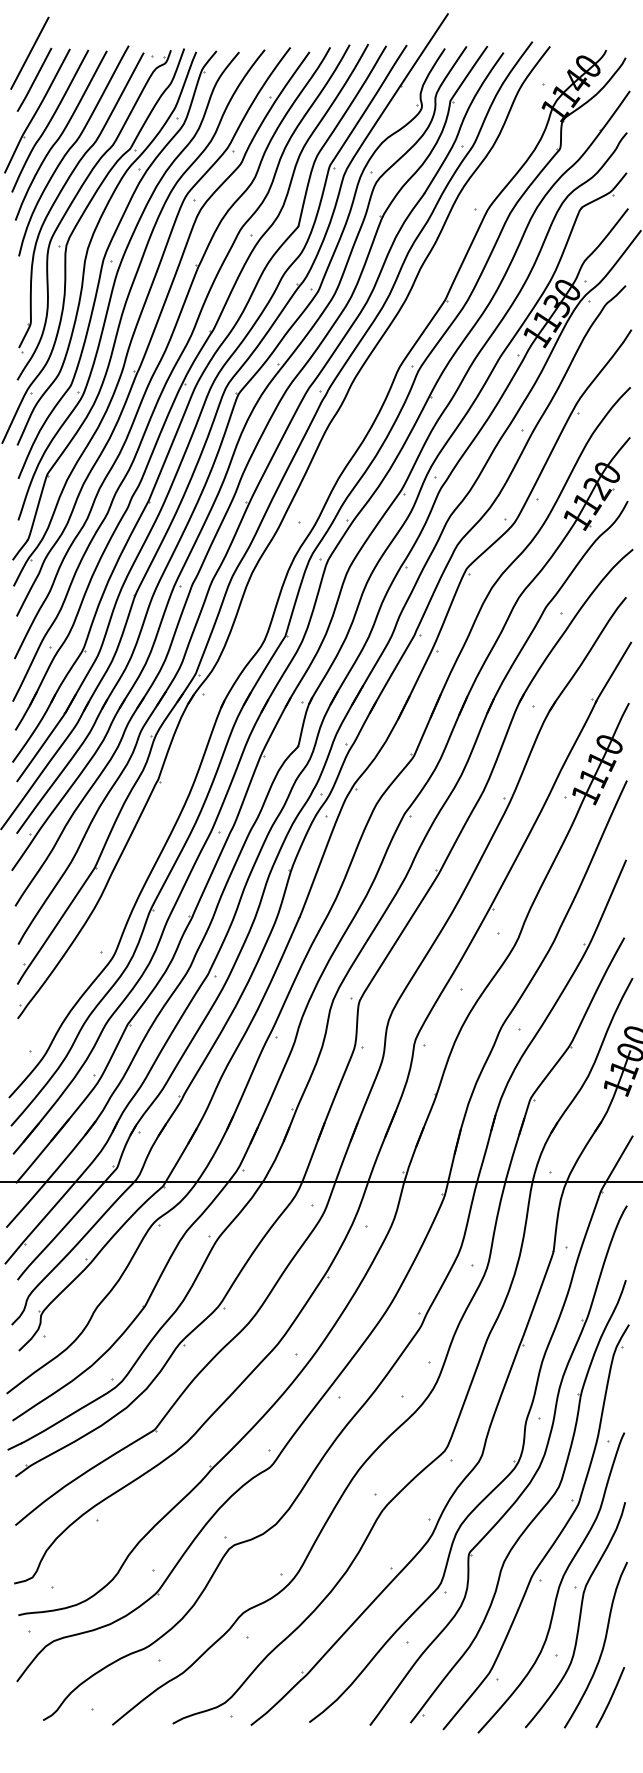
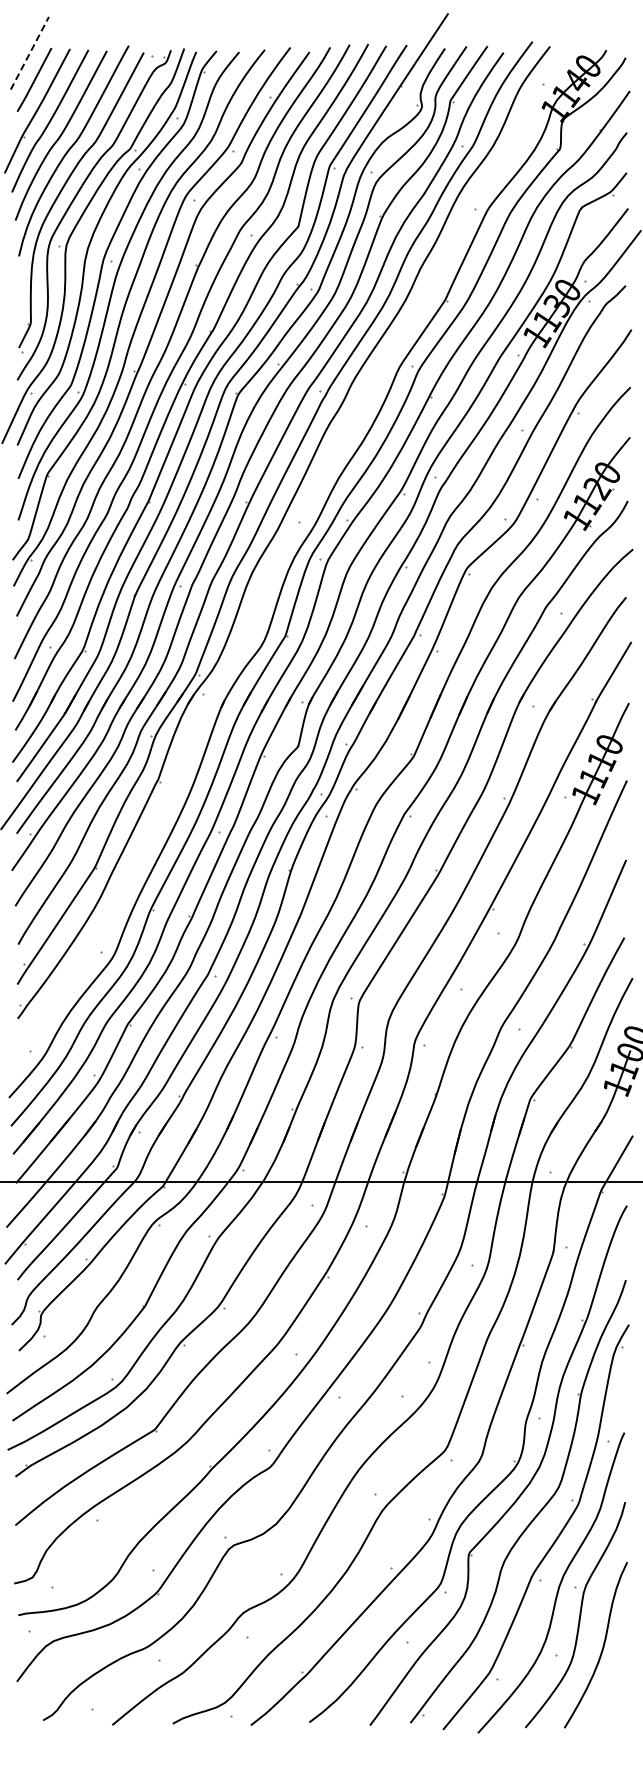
line at (30, 52): solid -> dashed
line at (610, 1697): present -> none
